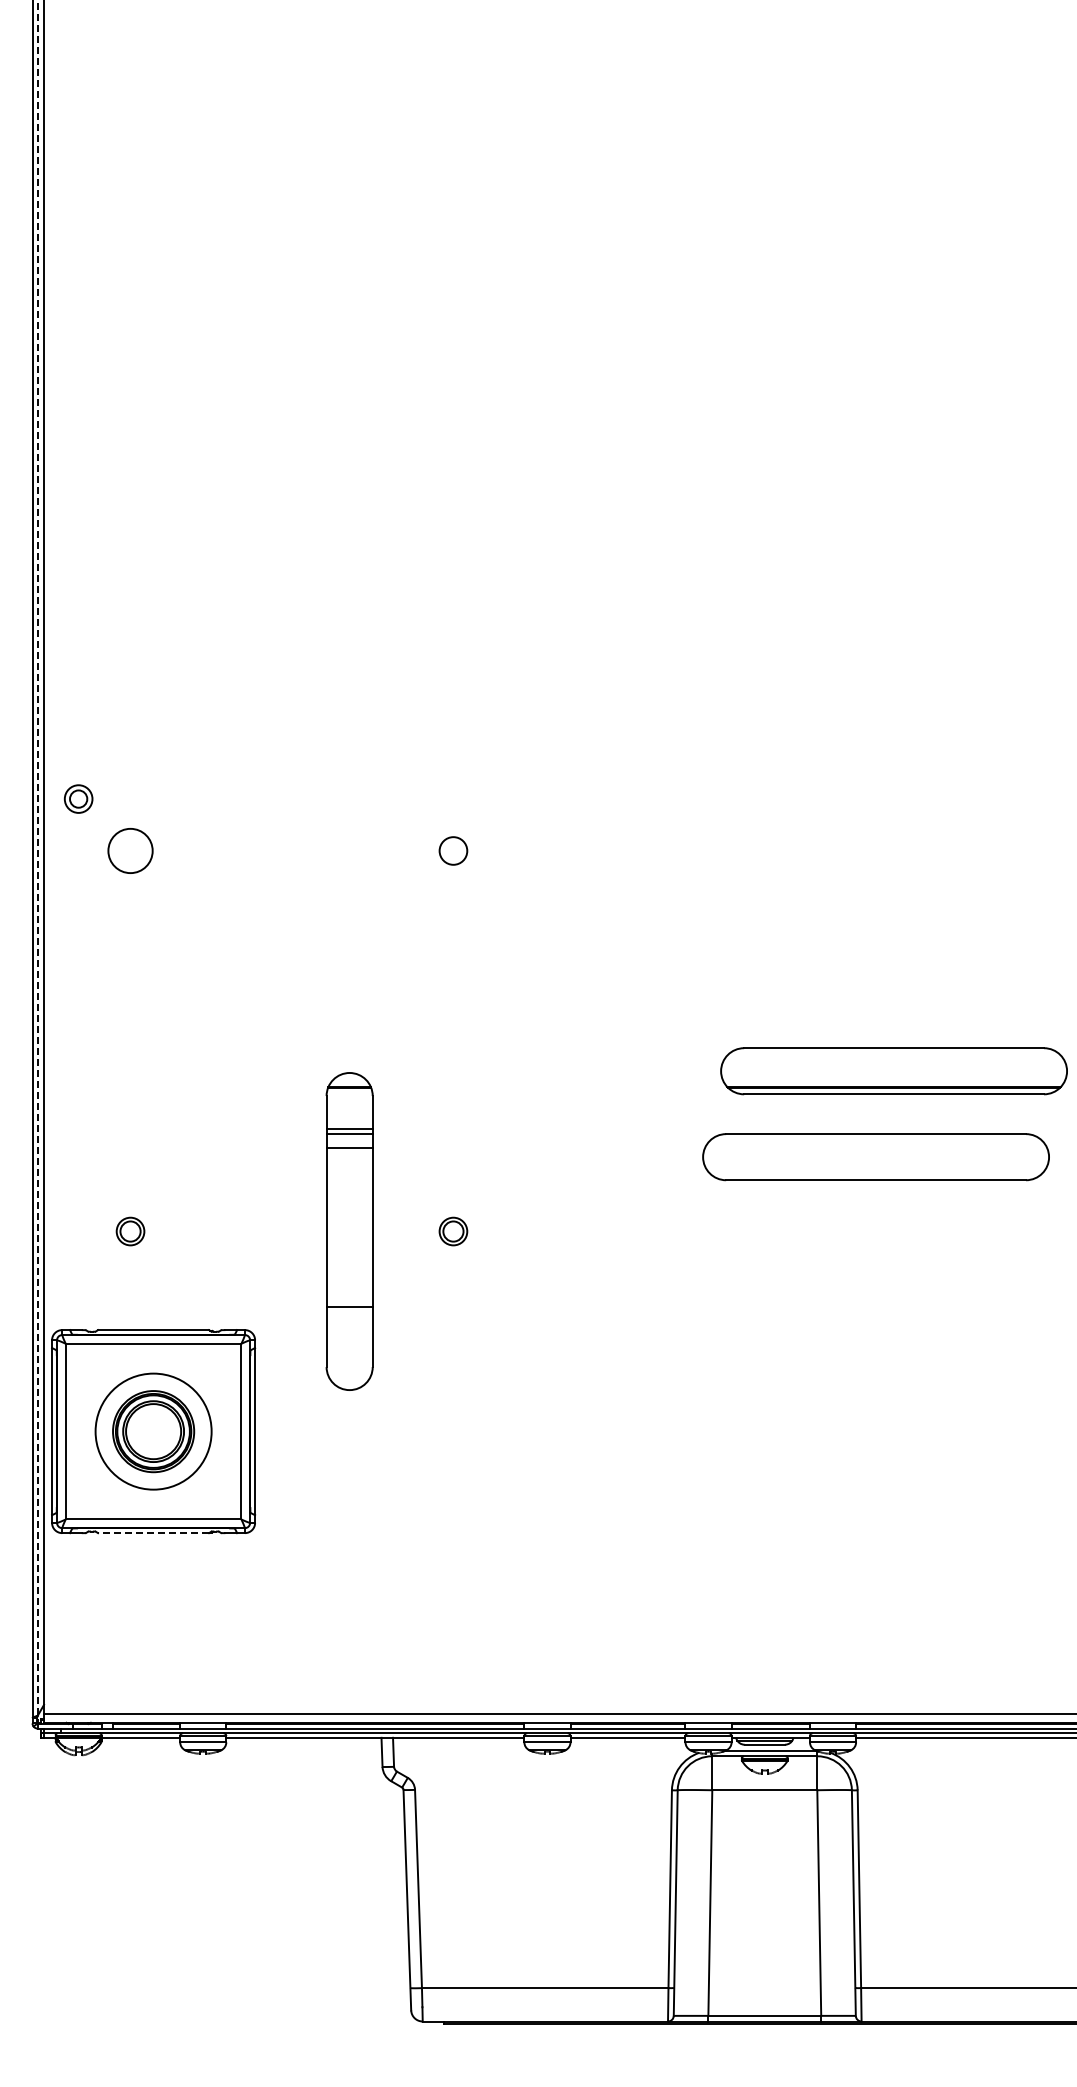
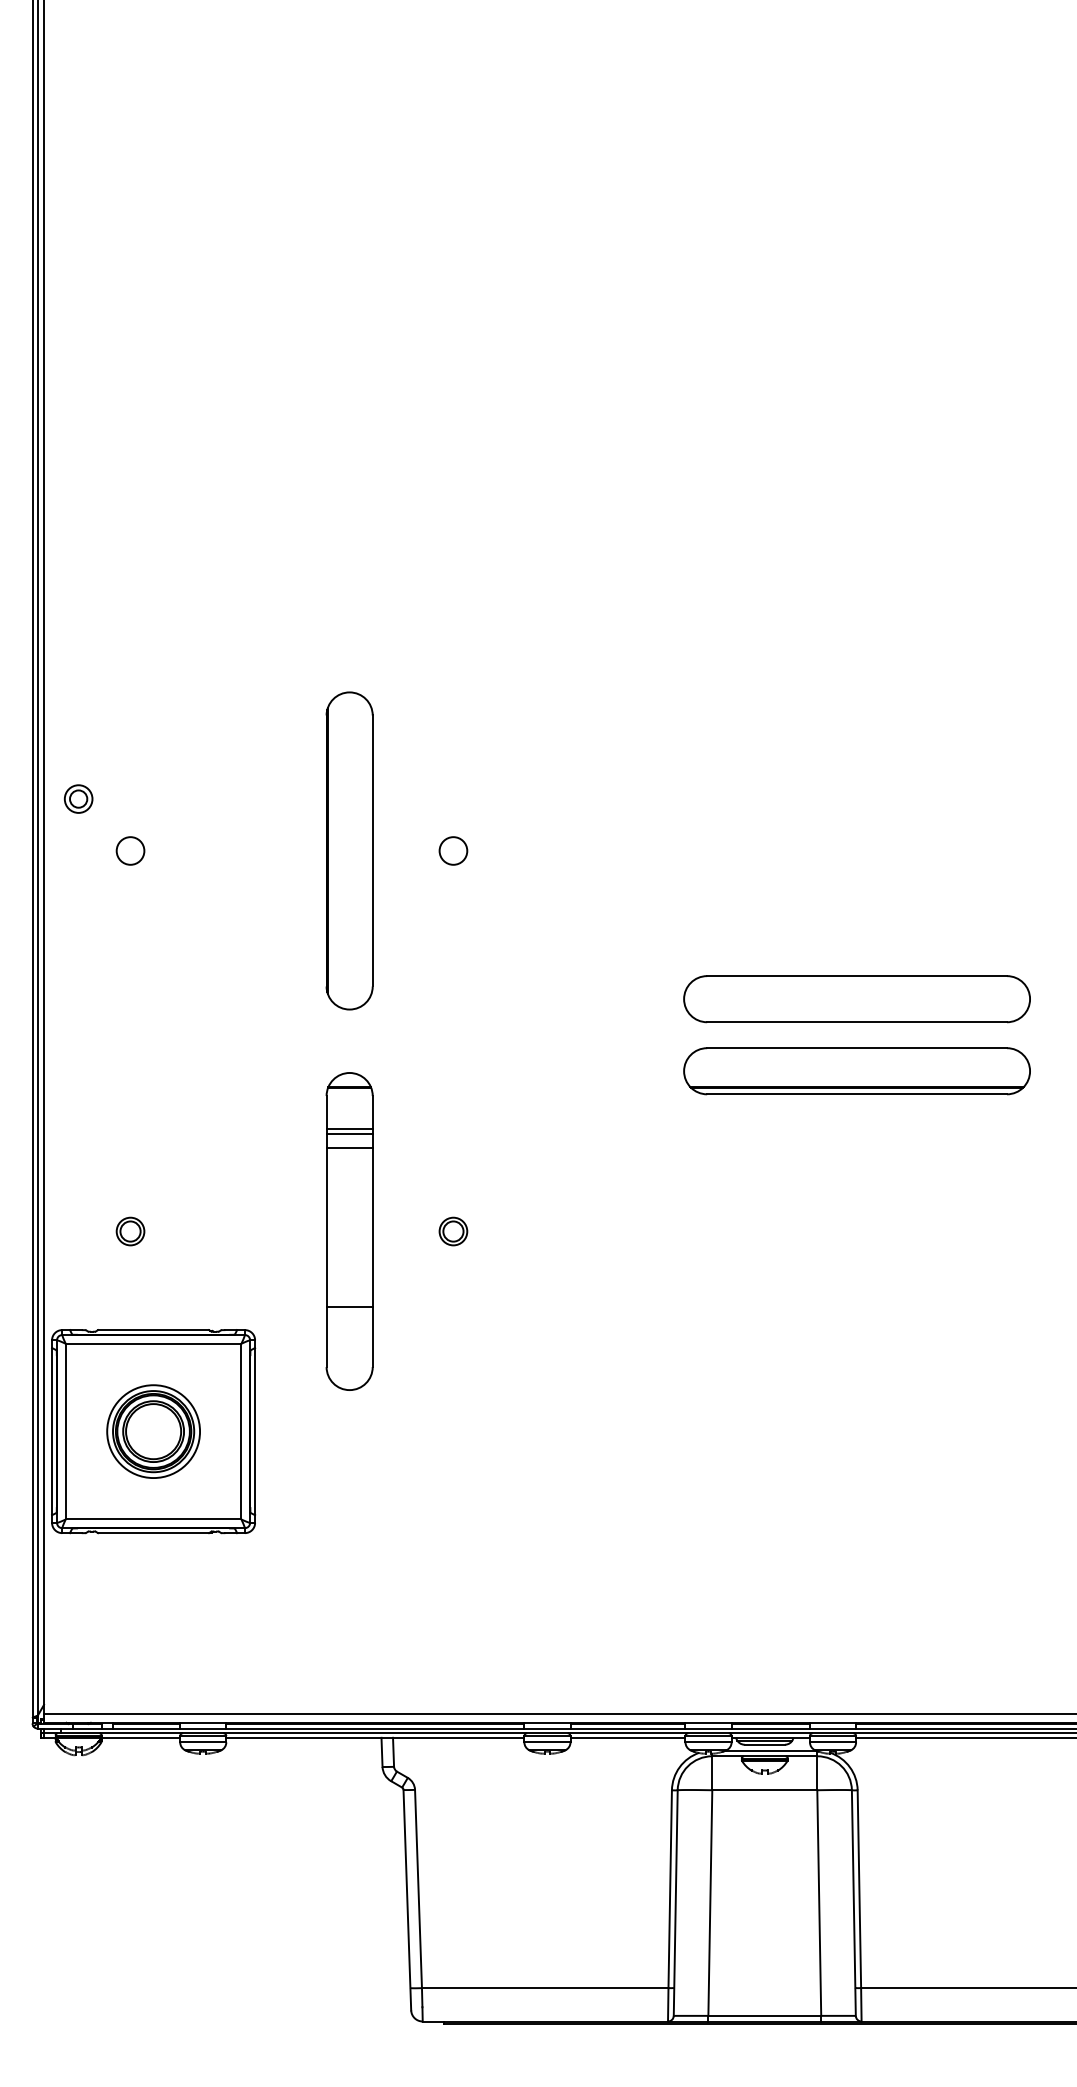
circle at (130, 850) diameter: 44 px -> 28 px
part at (349, 850): none -> present
line at (37, 862): dashed -> solid
part at (893, 1071) position: (893, 1071) -> (856, 1071)
part at (875, 1157) position: (875, 1157) -> (856, 999)
circle at (153, 1431) diameter: 116 px -> 93 px
line at (153, 1533): dashed -> solid
